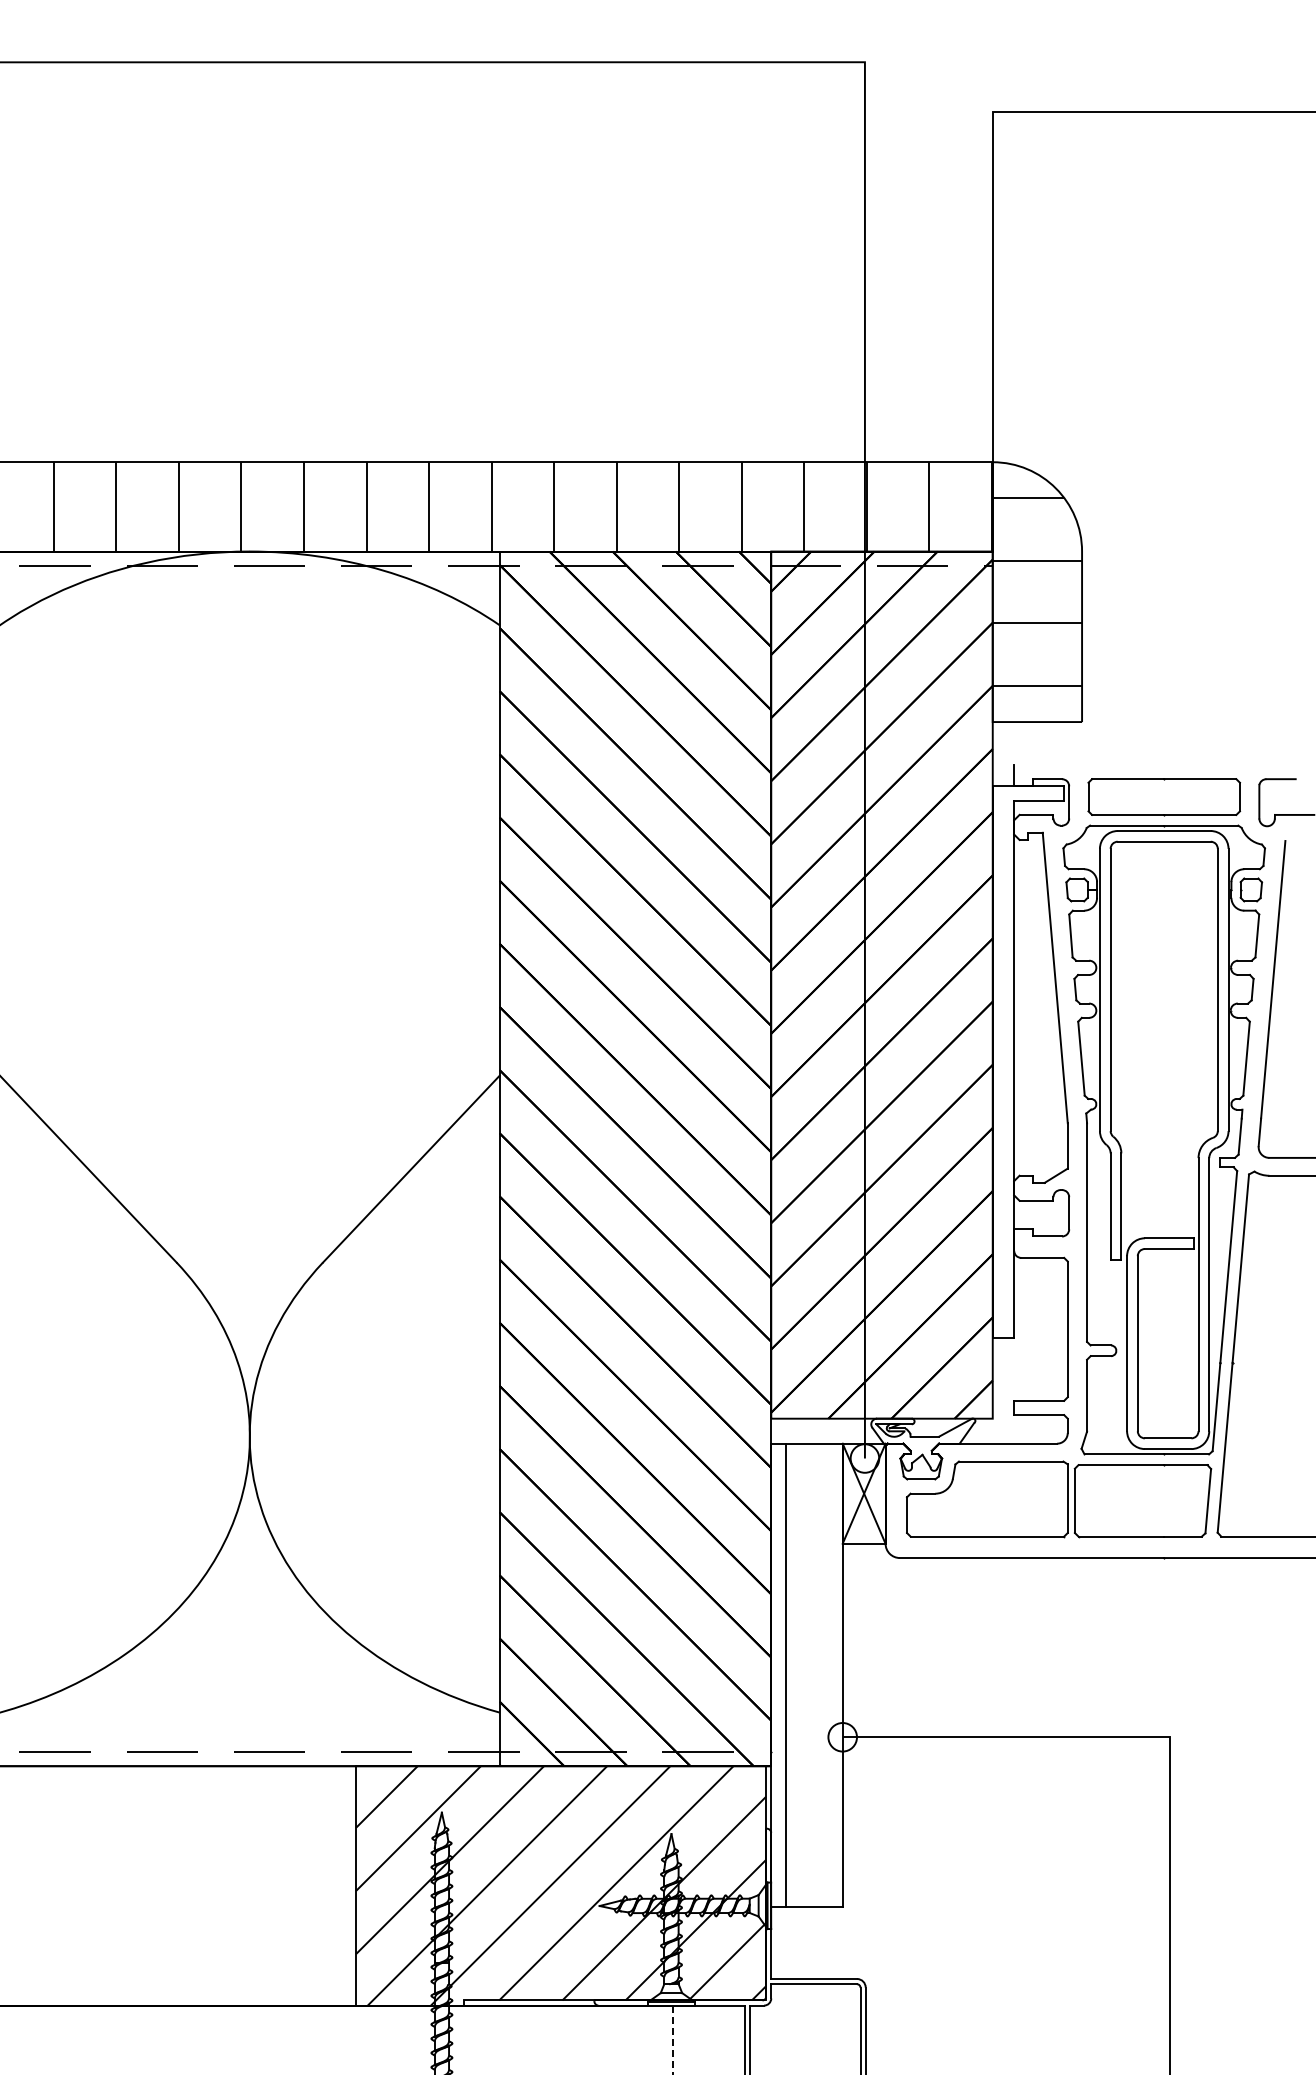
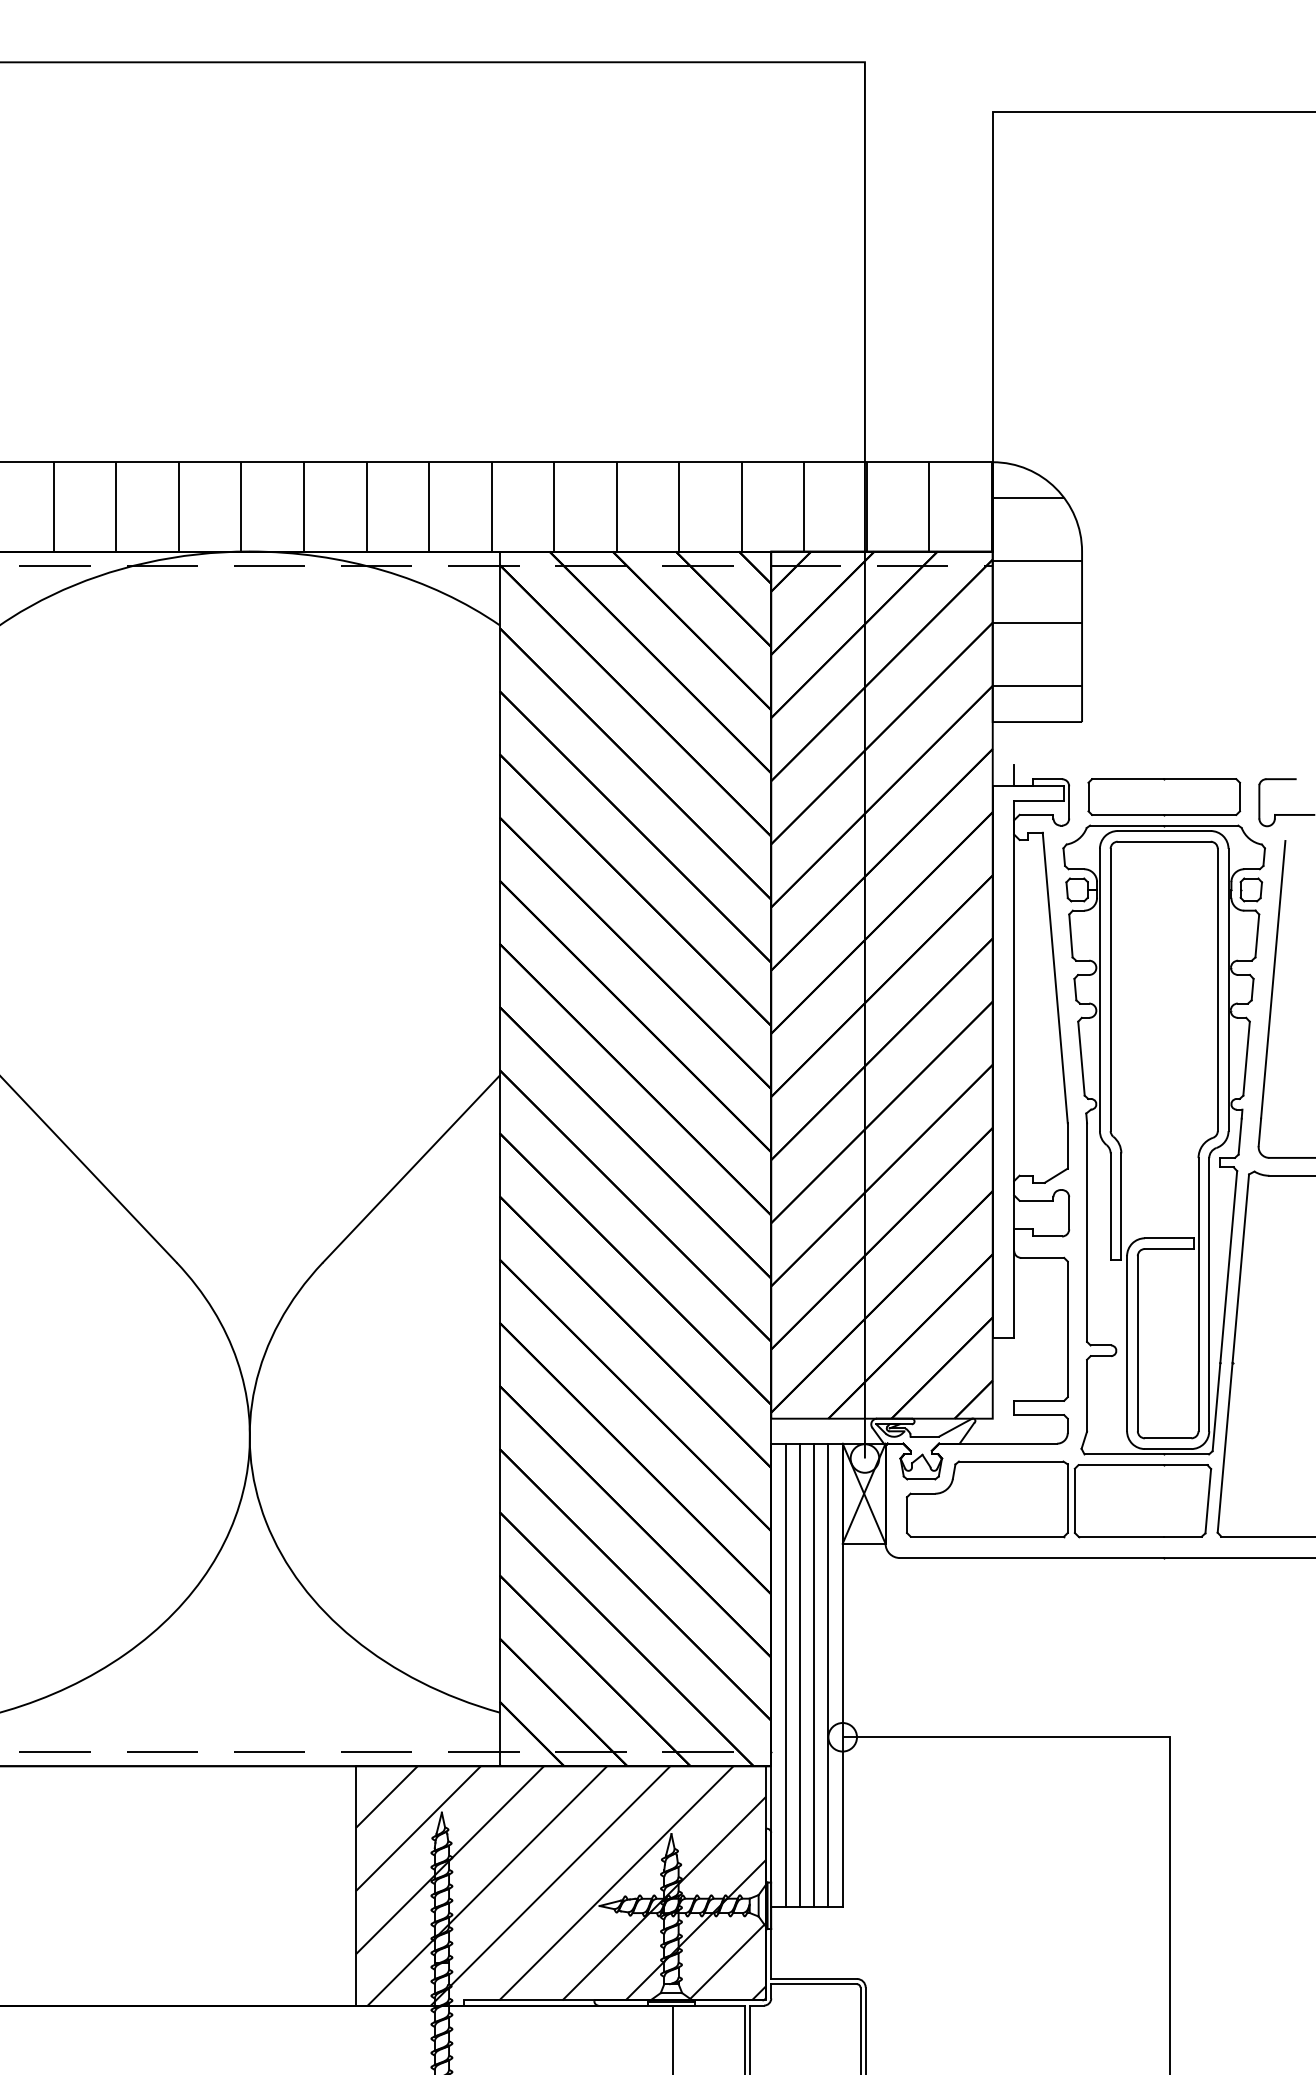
line at (799, 1675): none -> present
line at (814, 1675): none -> present
line at (828, 1675): none -> present
line at (673, 2040): dashed -> solid
